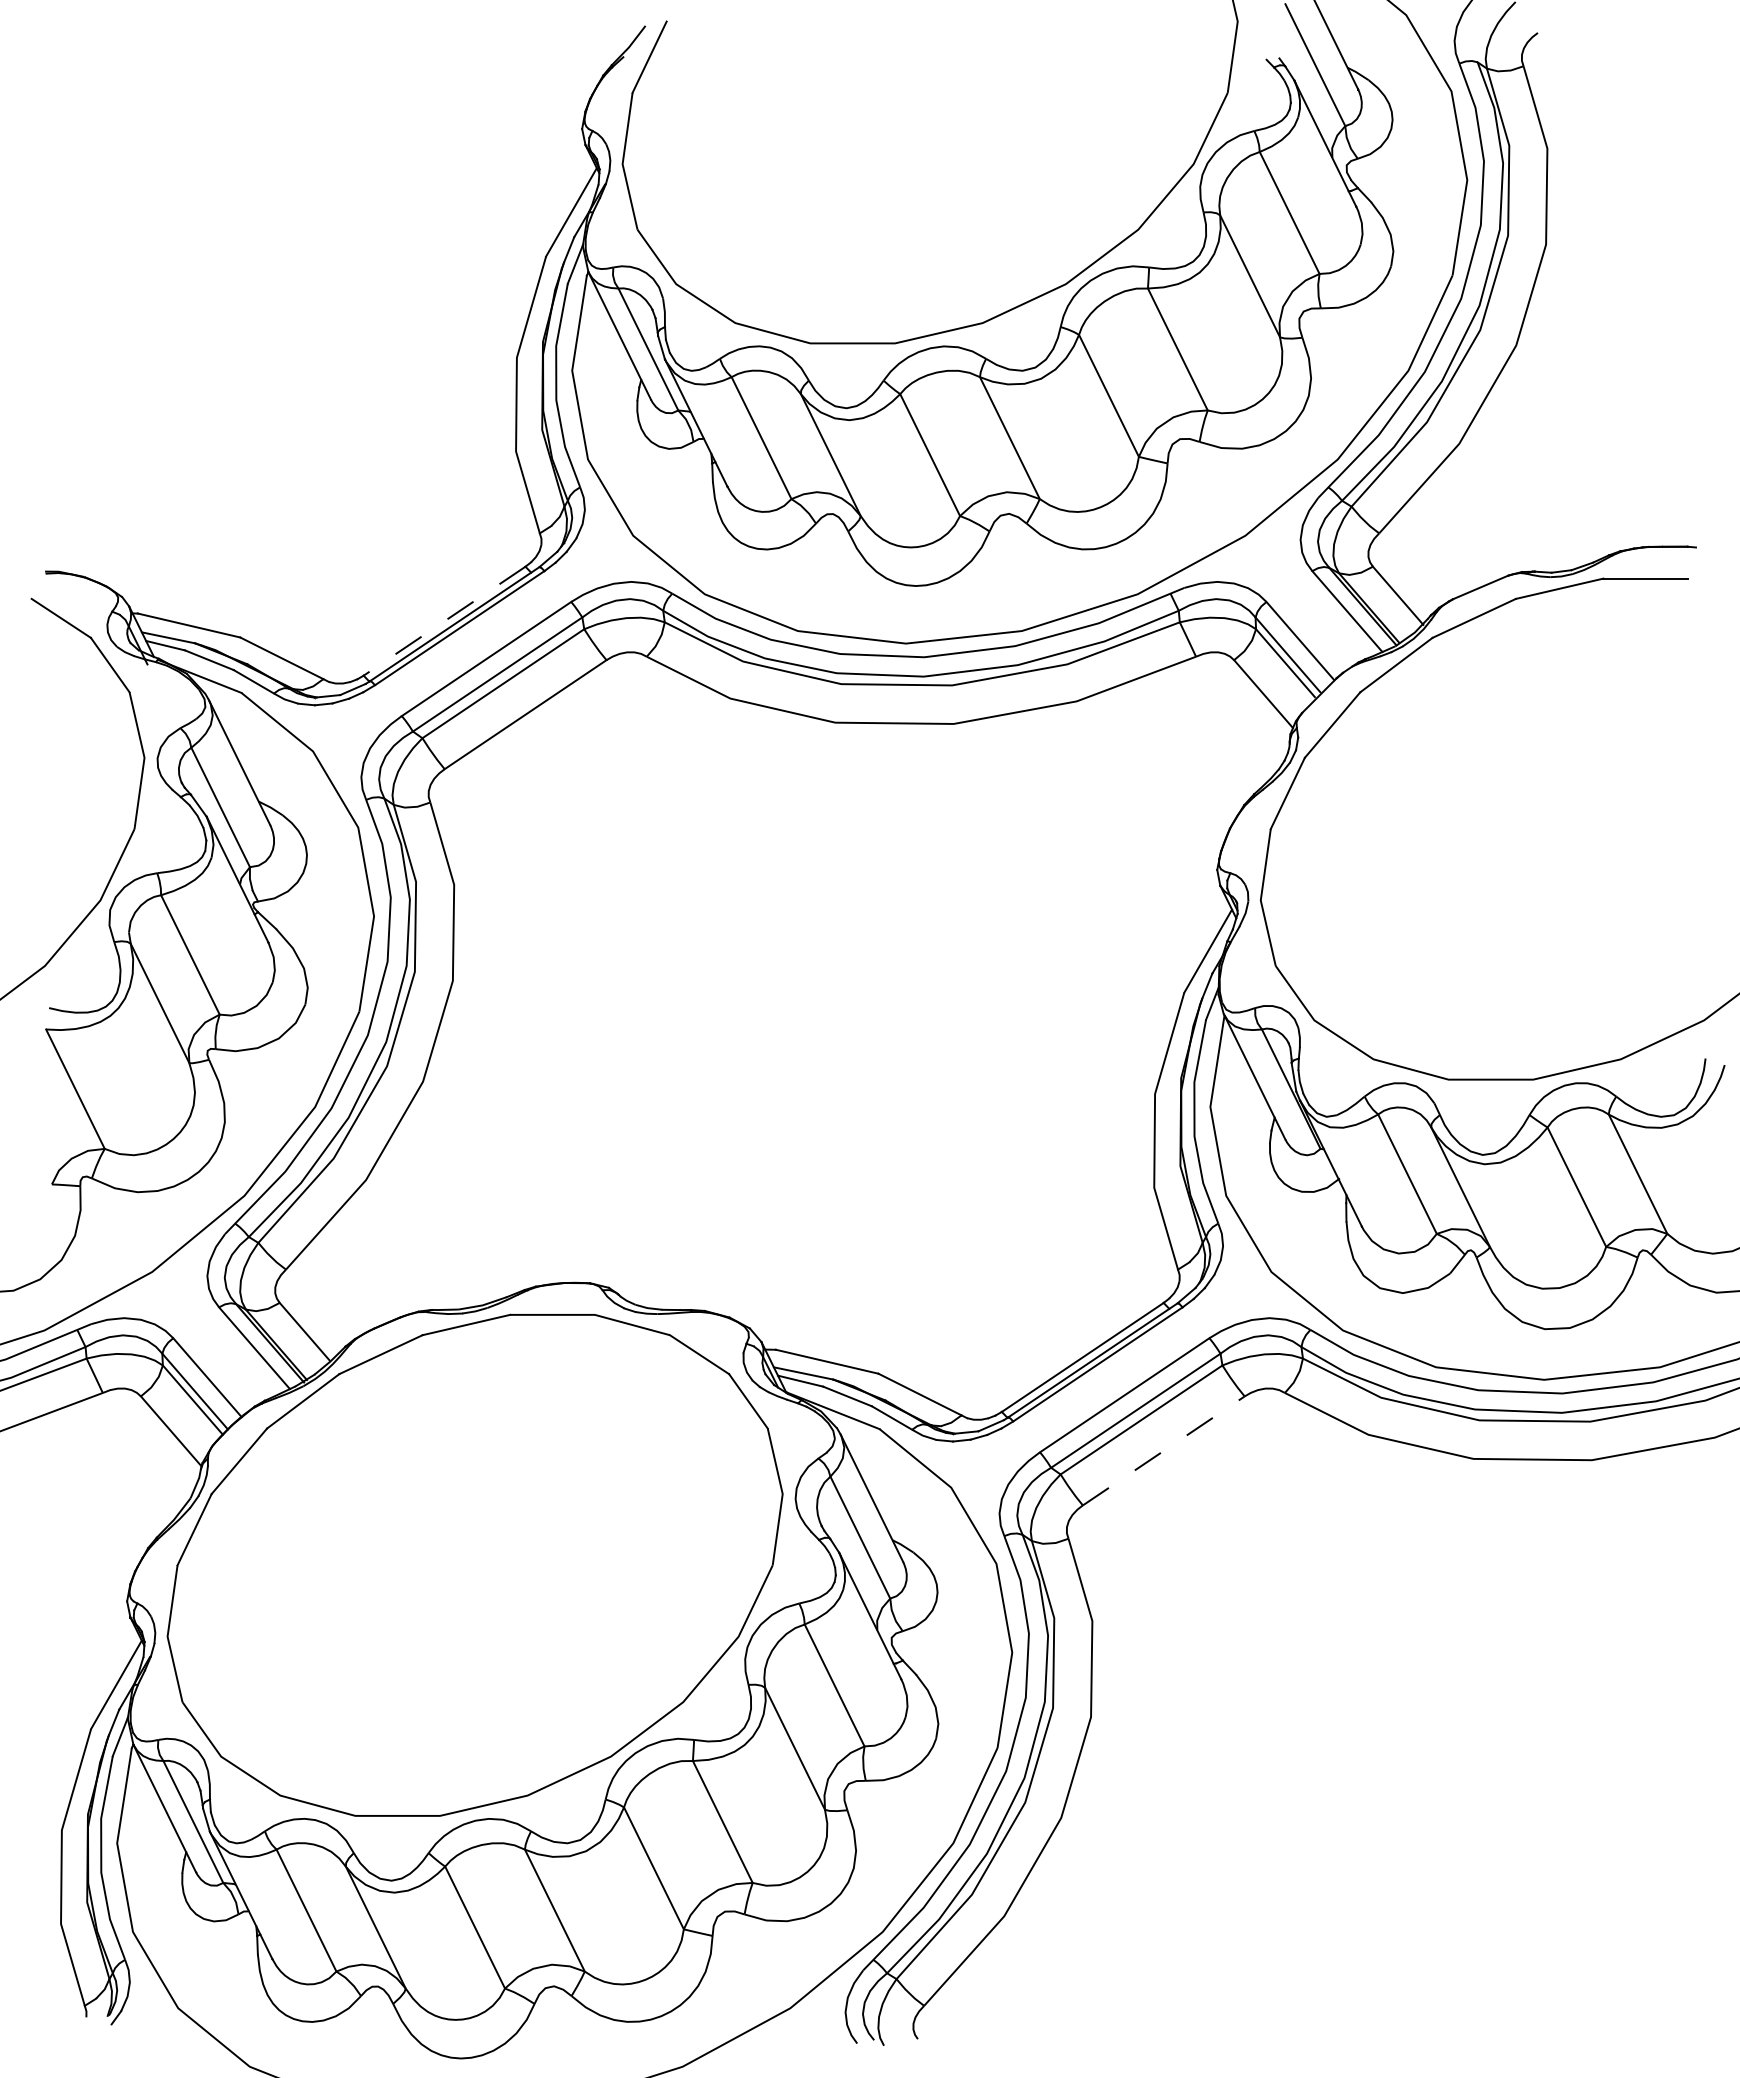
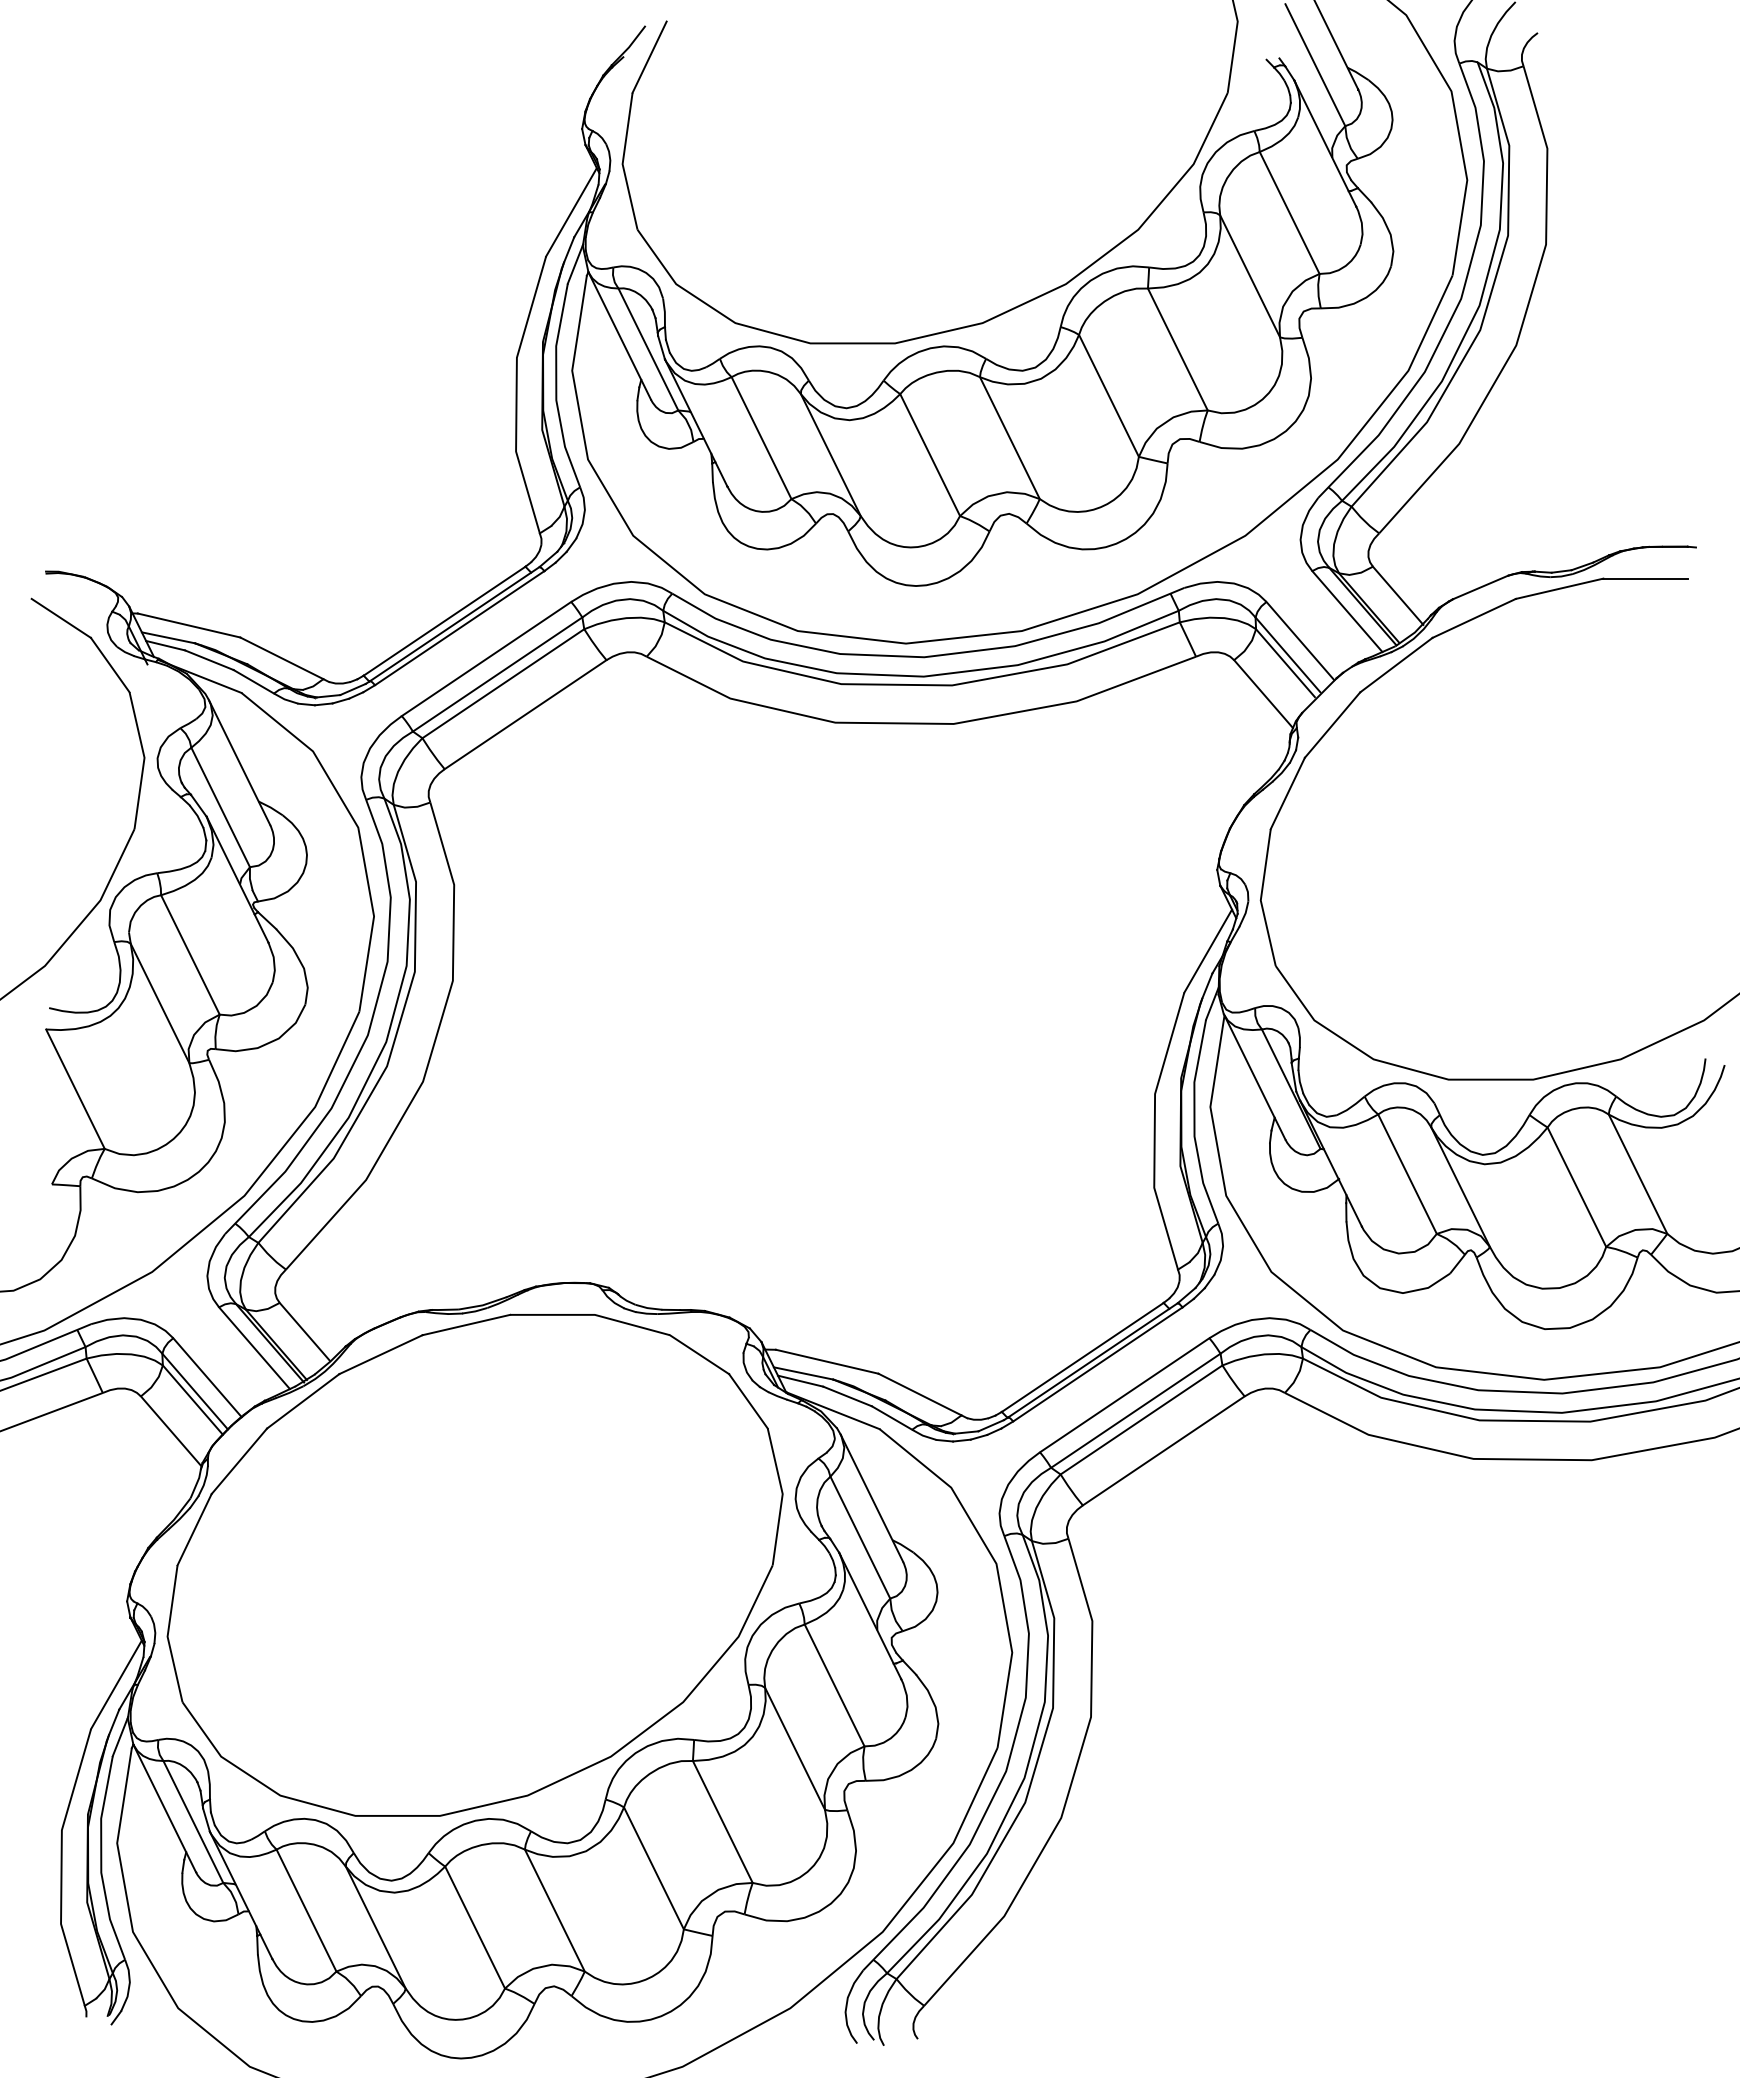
line at (444, 621): dashed -> solid
line at (1163, 1450): dashed -> solid
